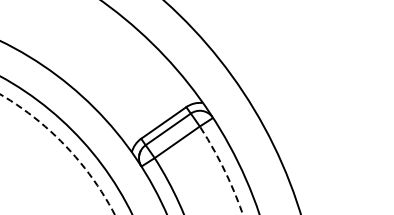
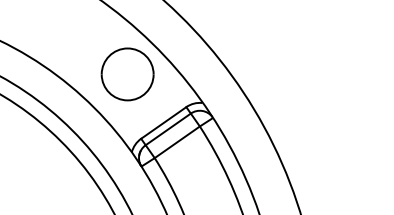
part at (127, 74): none -> present
arc at (65, 146): dashed -> solid
arc at (223, 169): dashed -> solid
